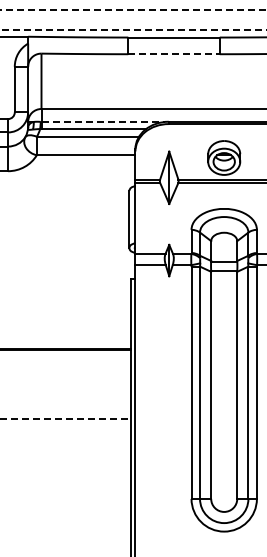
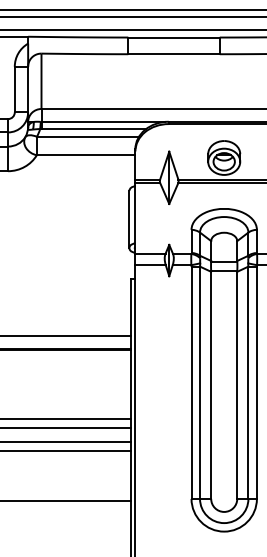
line at (134, 10): dashed -> solid
line at (132, 16): none -> present
line at (133, 30): dashed -> solid
line at (174, 54): dashed -> solid
line at (103, 121): dashed -> solid
line at (66, 335): none -> present
line at (65, 418): dashed -> solid
line at (66, 428): none -> present
line at (66, 441): none -> present
line at (66, 451): none -> present
line at (66, 501): none -> present
